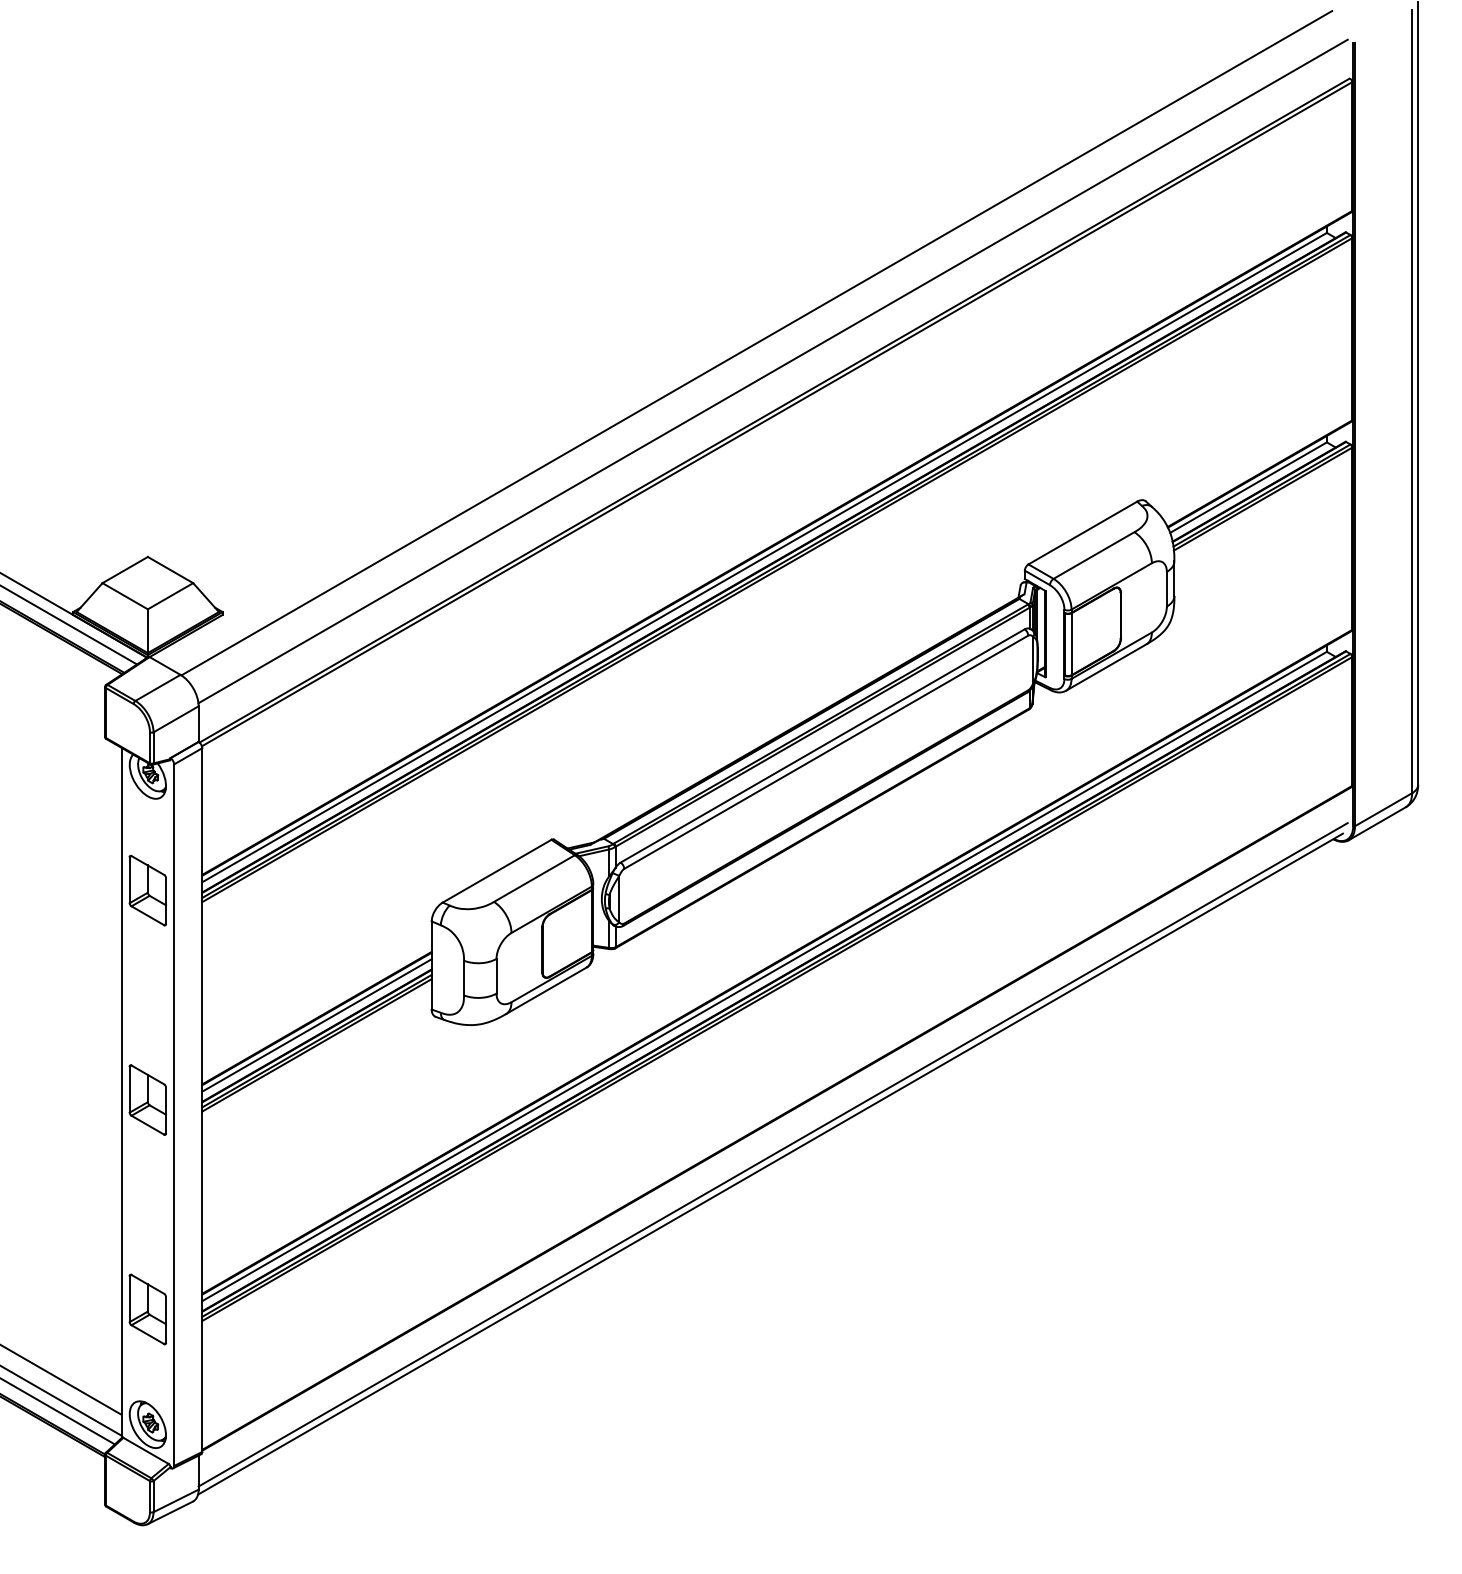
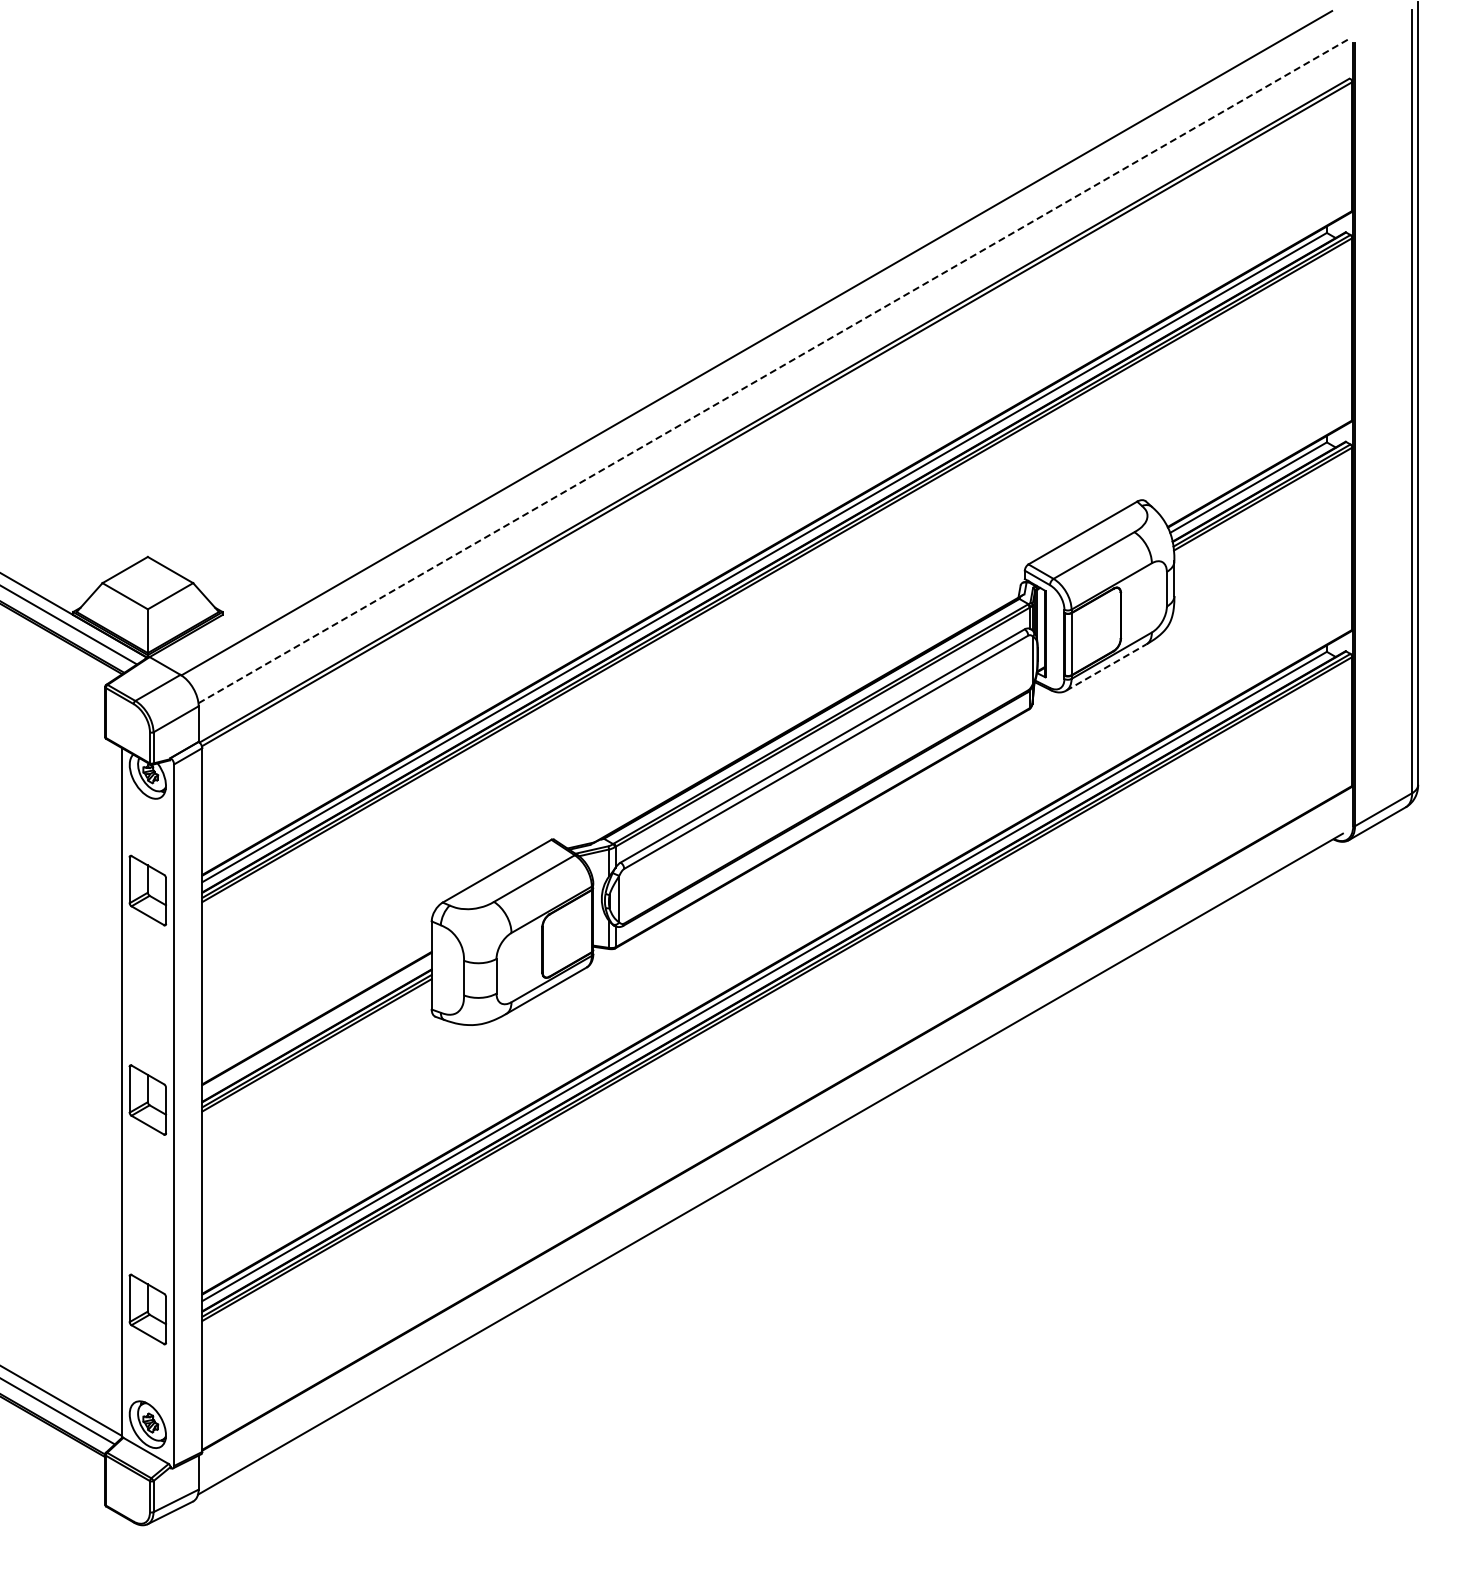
line at (773, 371): solid -> dashed
line at (1106, 667): solid -> dashed
line at (316, 1025): present -> none
line at (772, 1154): present -> none
line at (61, 1379): present -> none
